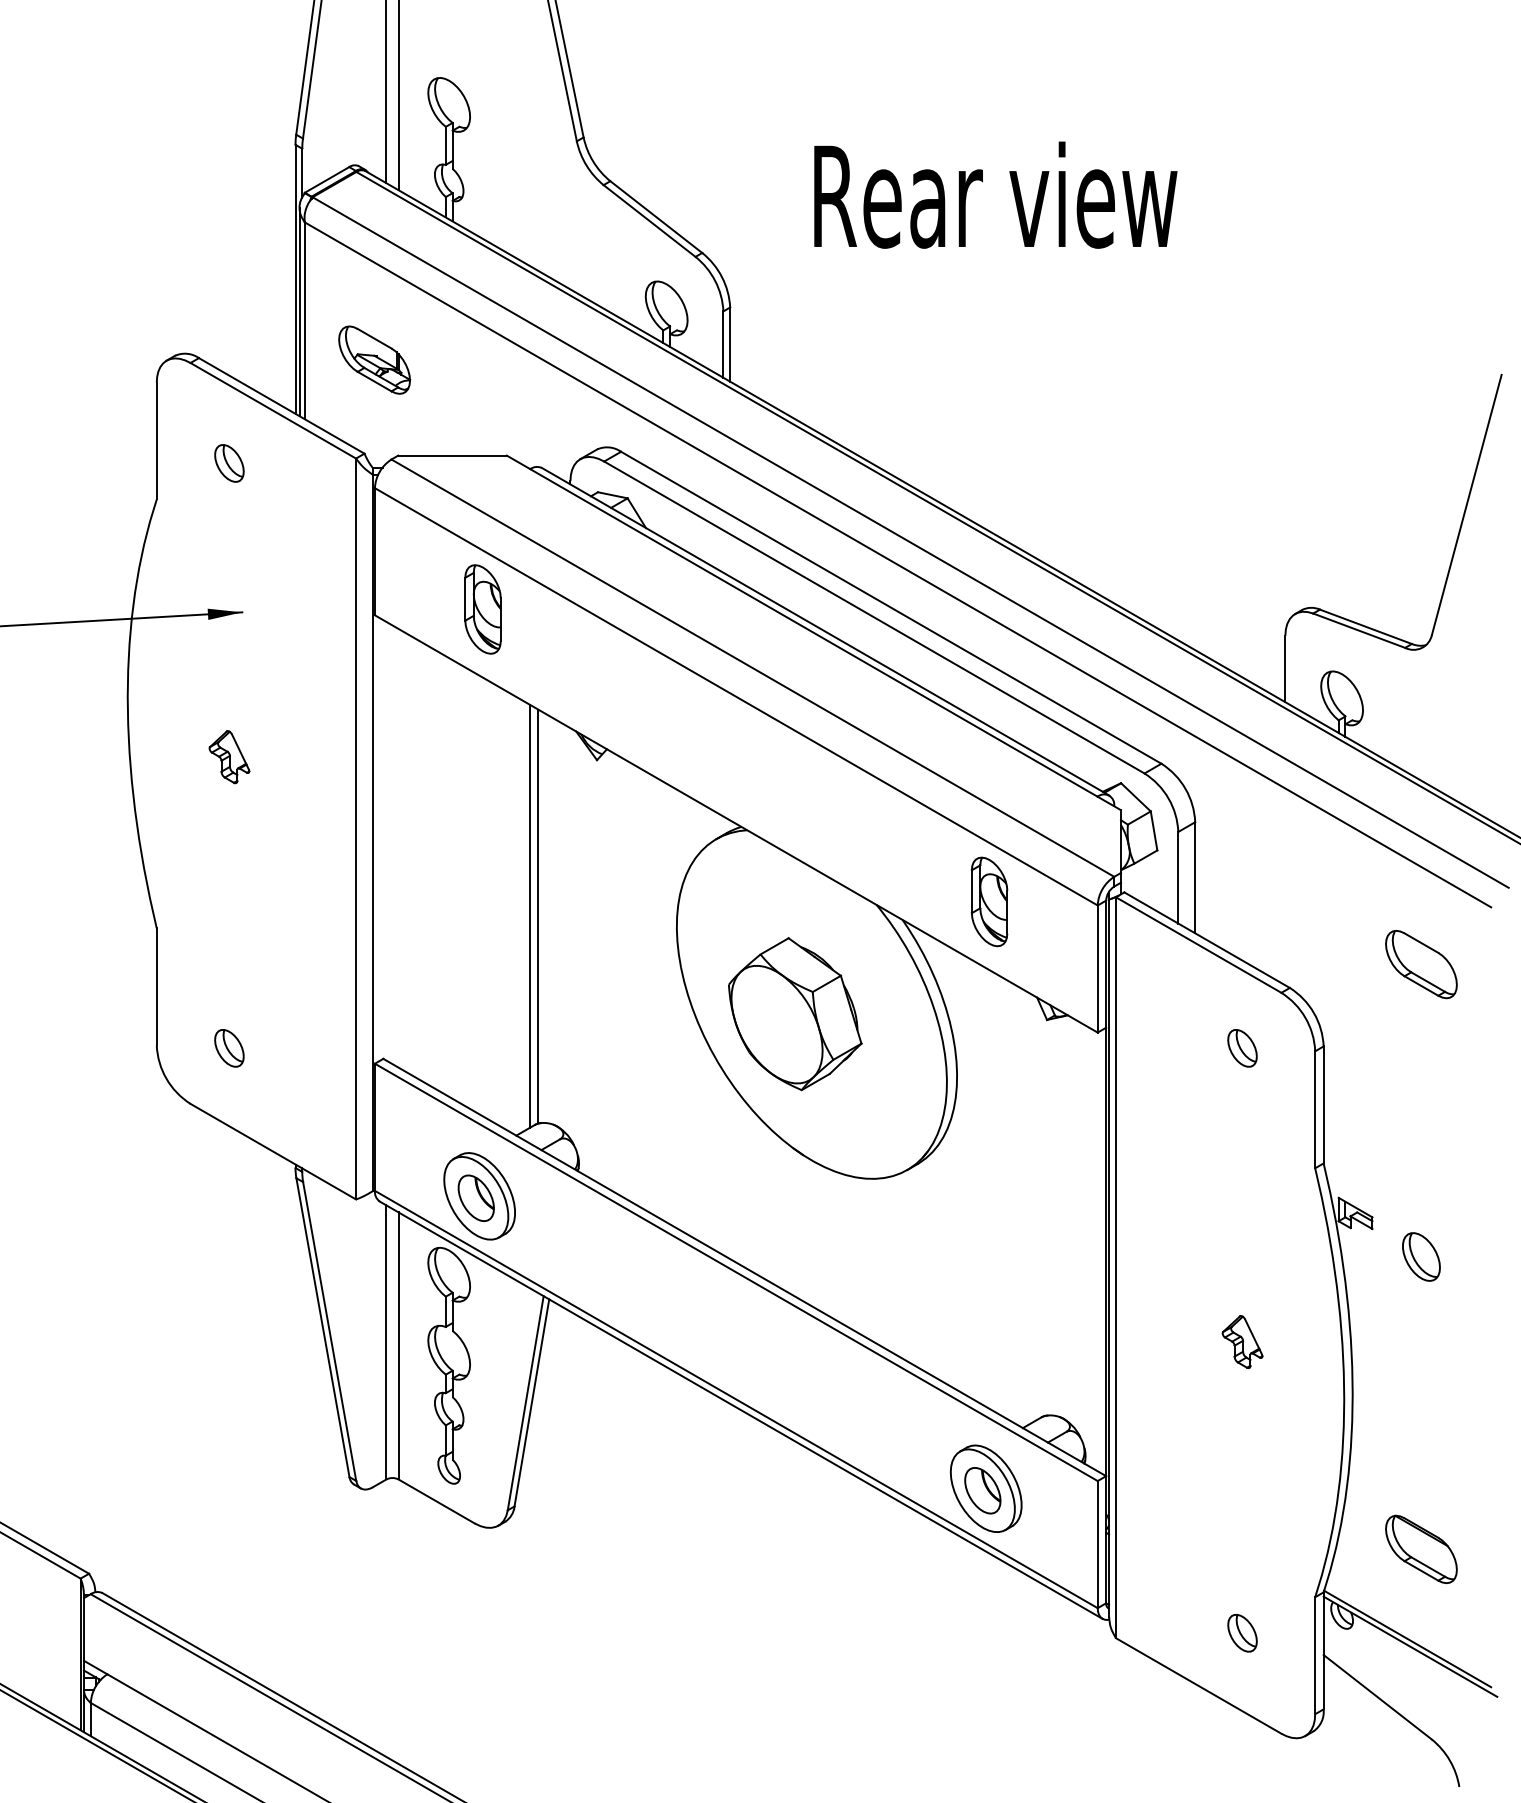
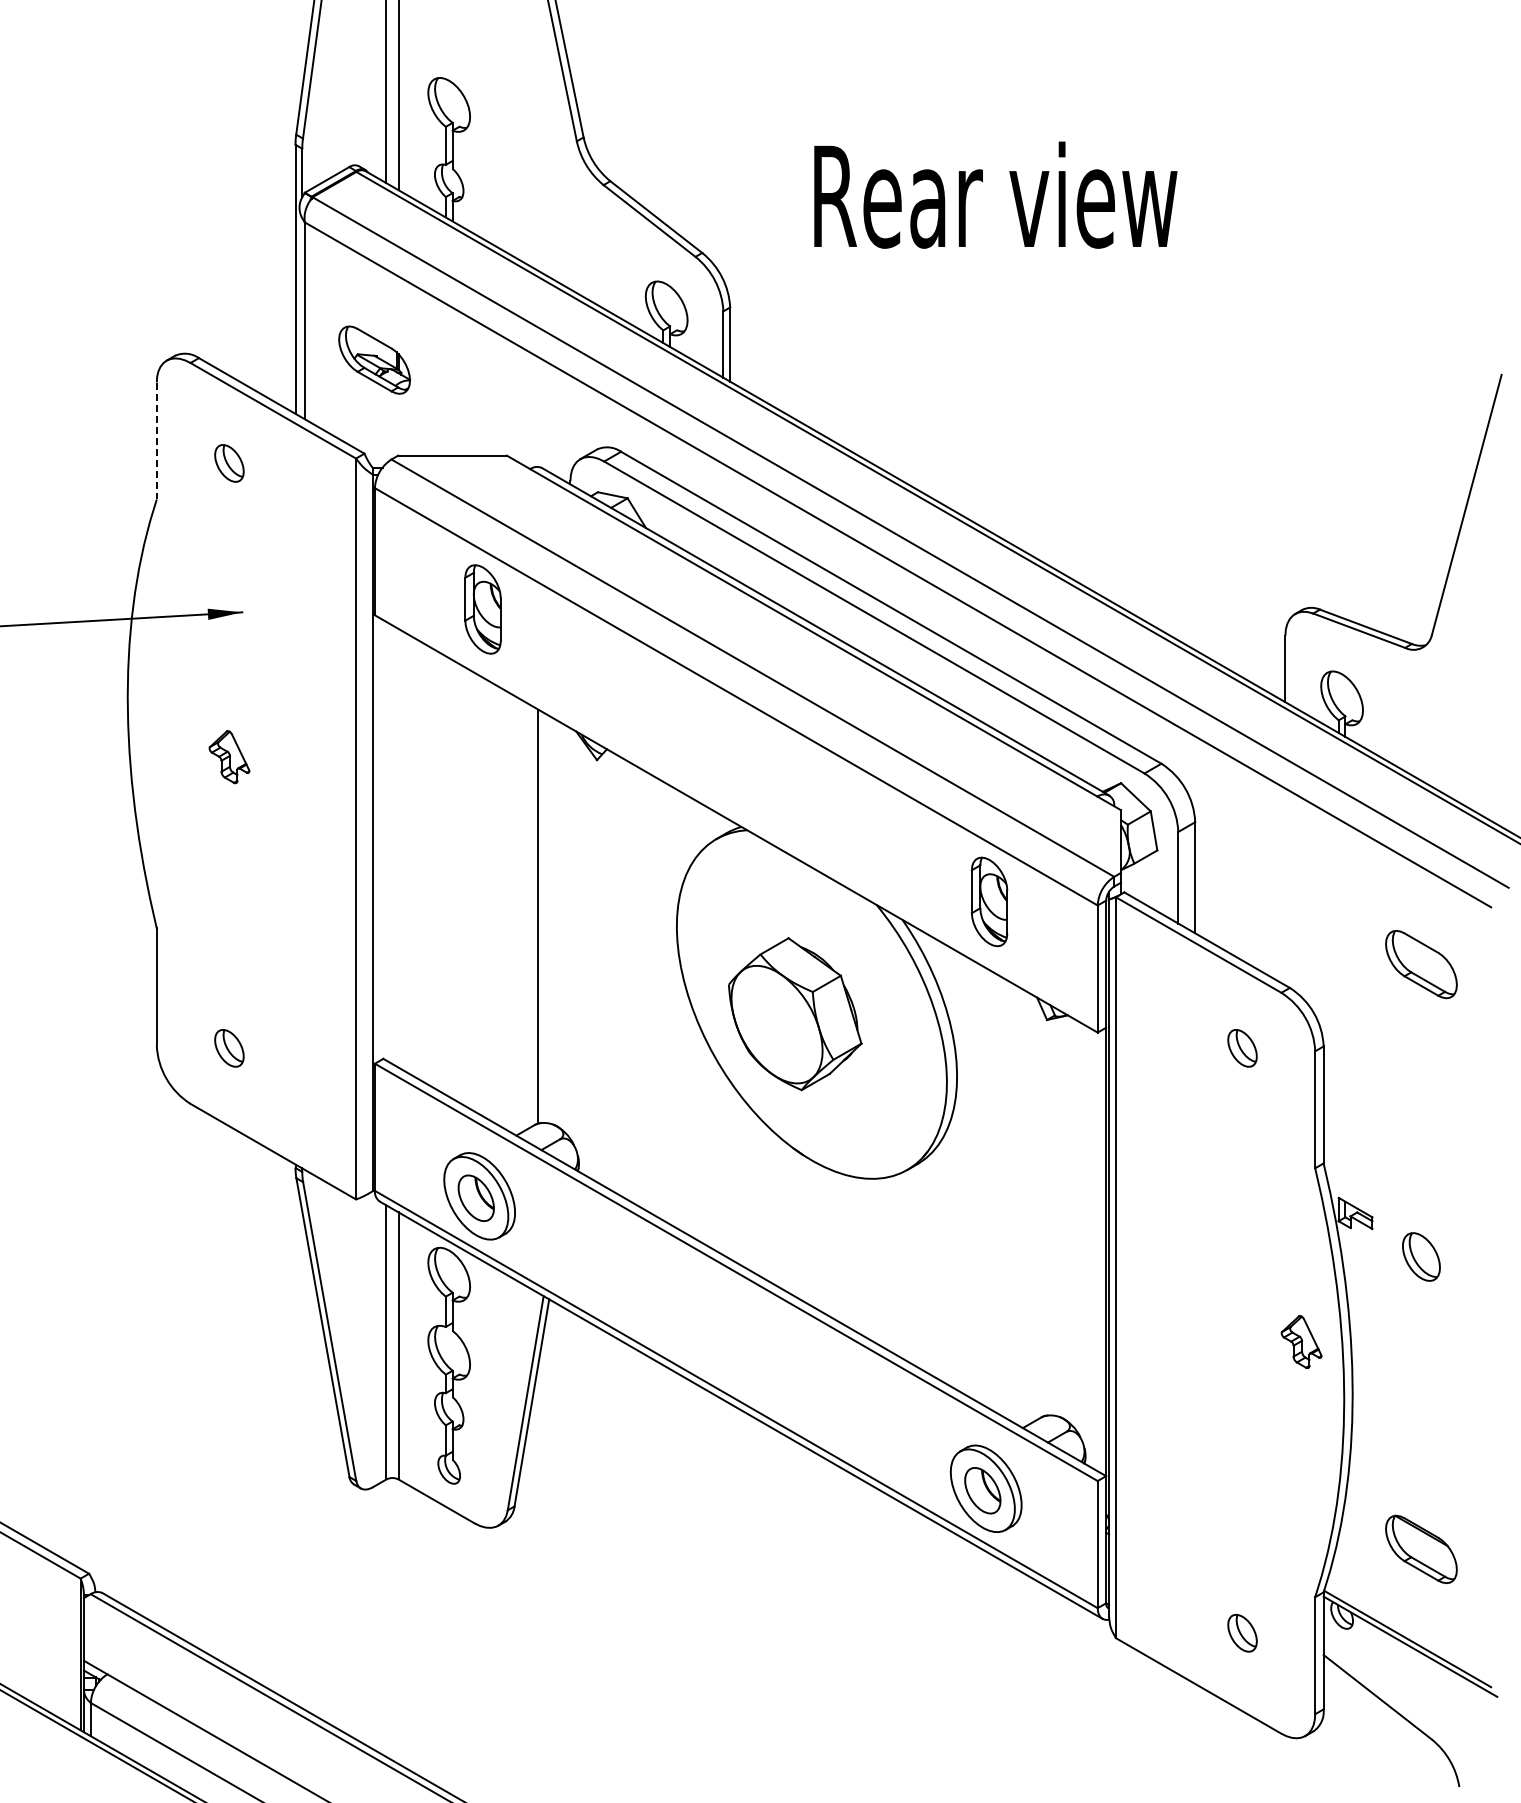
line at (299, 311): present -> none
line at (156, 441): solid -> dashed
line at (530, 915): present -> none
part at (1242, 1342) position: (1242, 1342) -> (1301, 1342)
